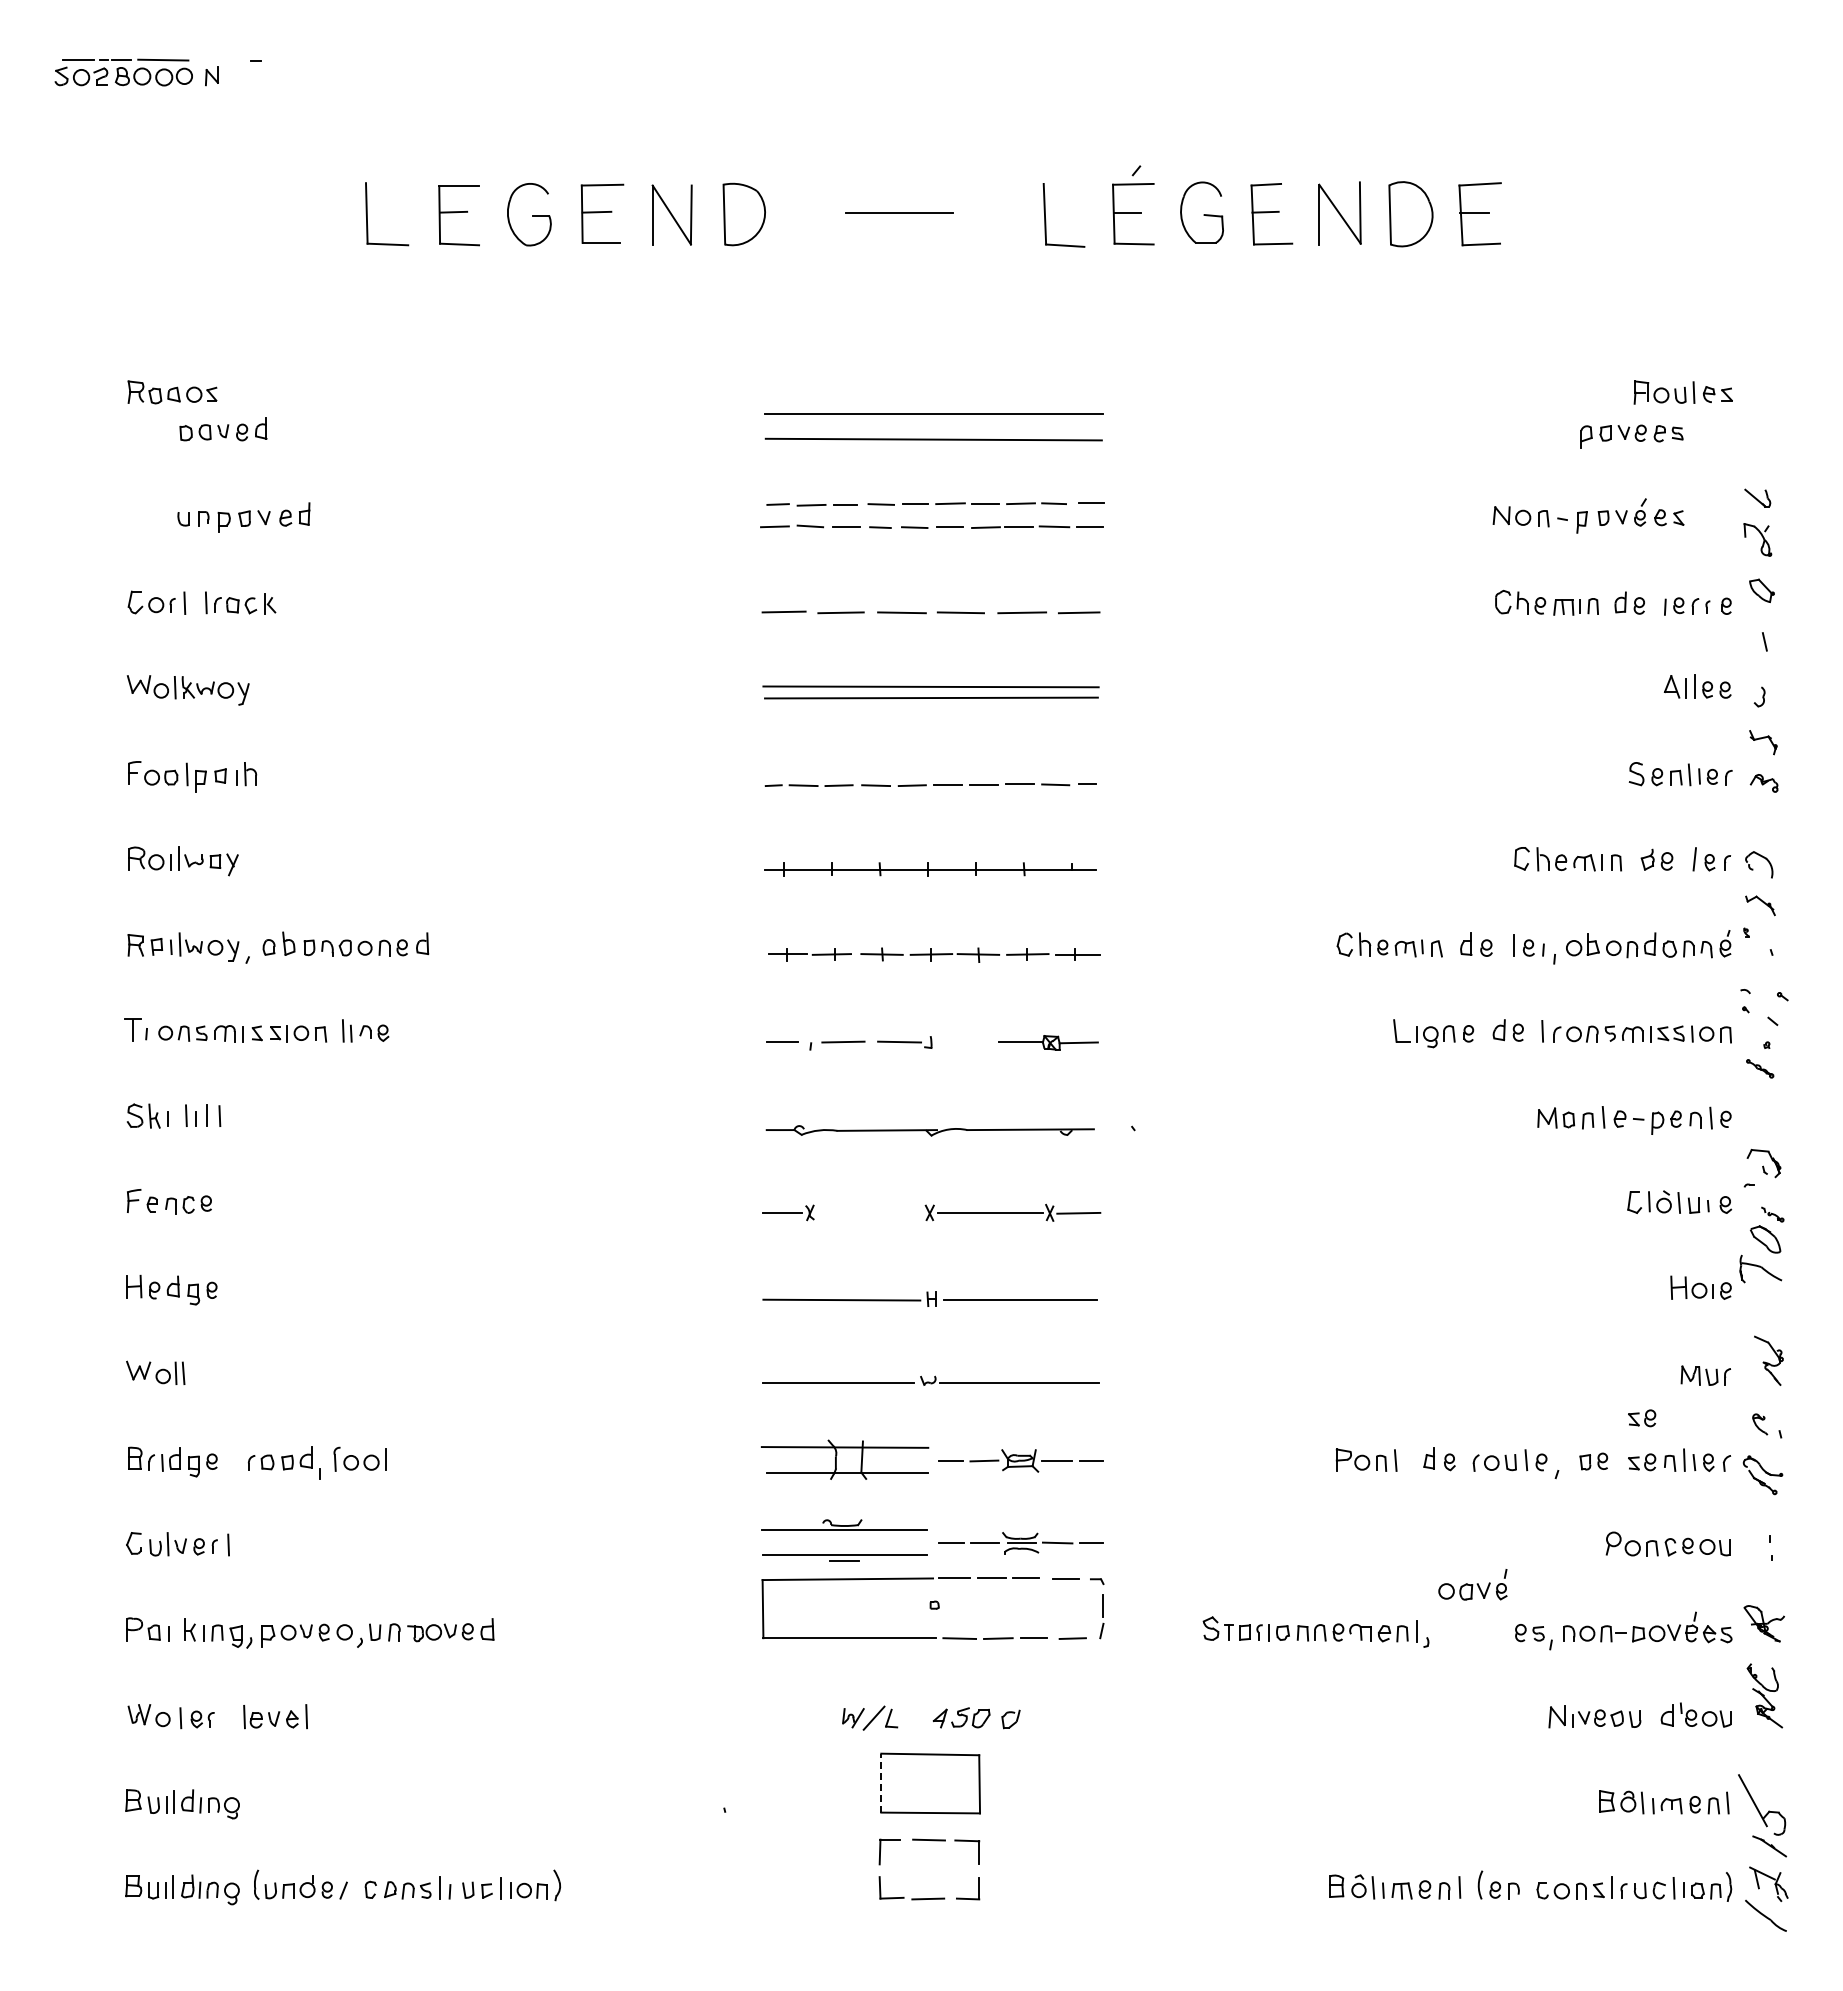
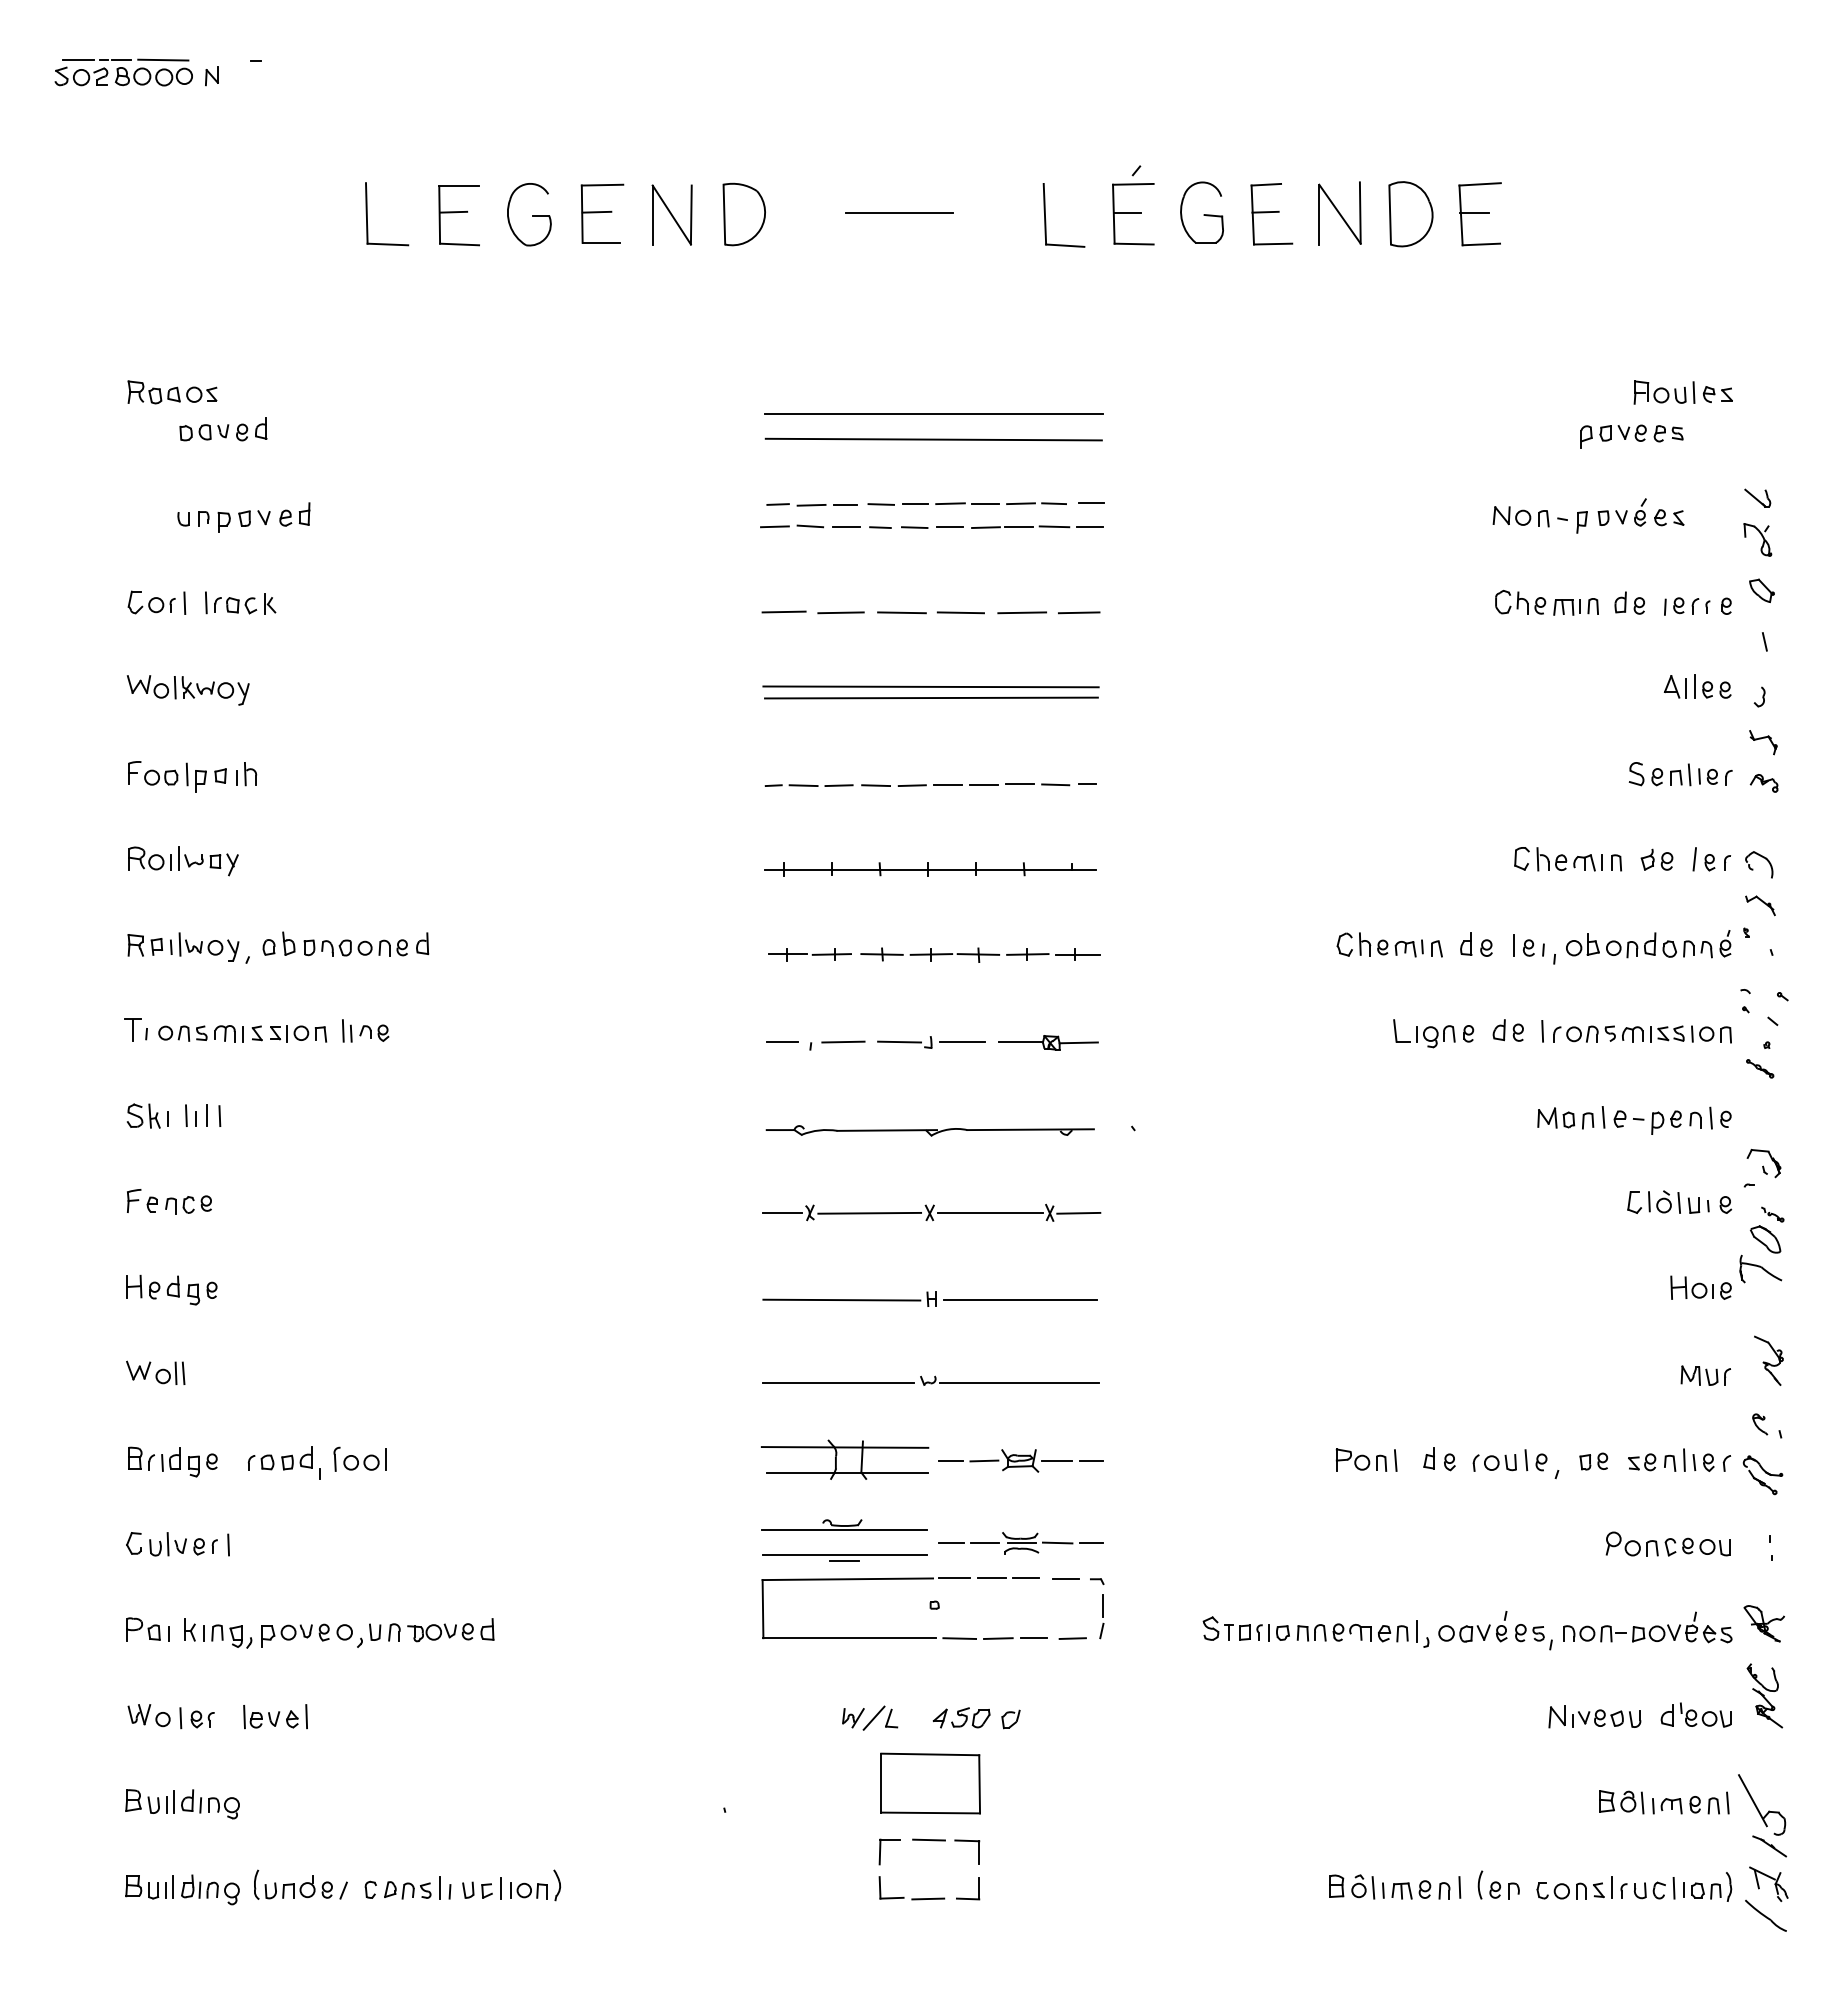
line at (962, 1042): none -> present
line at (869, 1212): none -> present
part at (1642, 1418): present -> none
part at (1472, 1584) position: (1472, 1584) -> (1472, 1626)
line at (881, 1782): dashed -> solid
